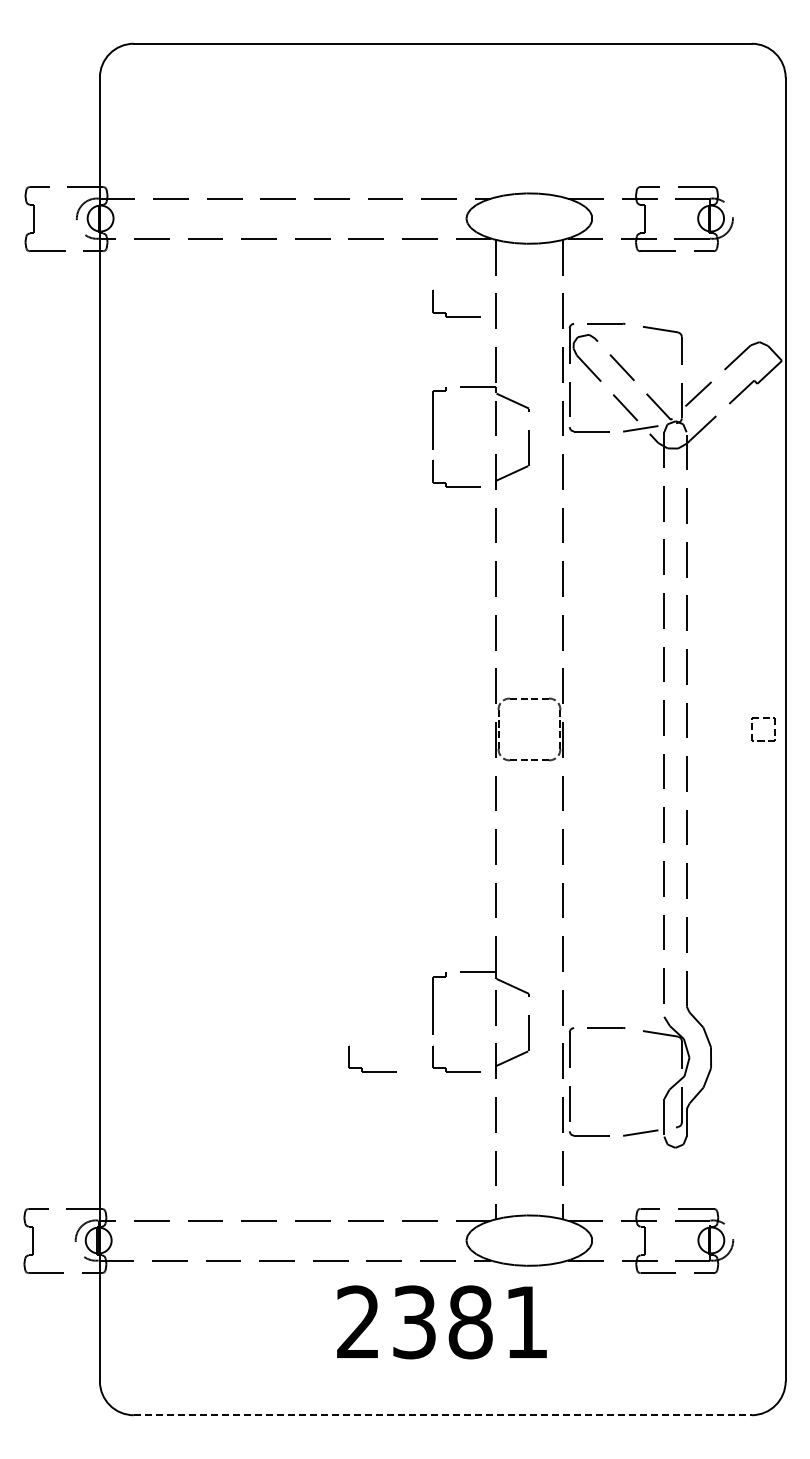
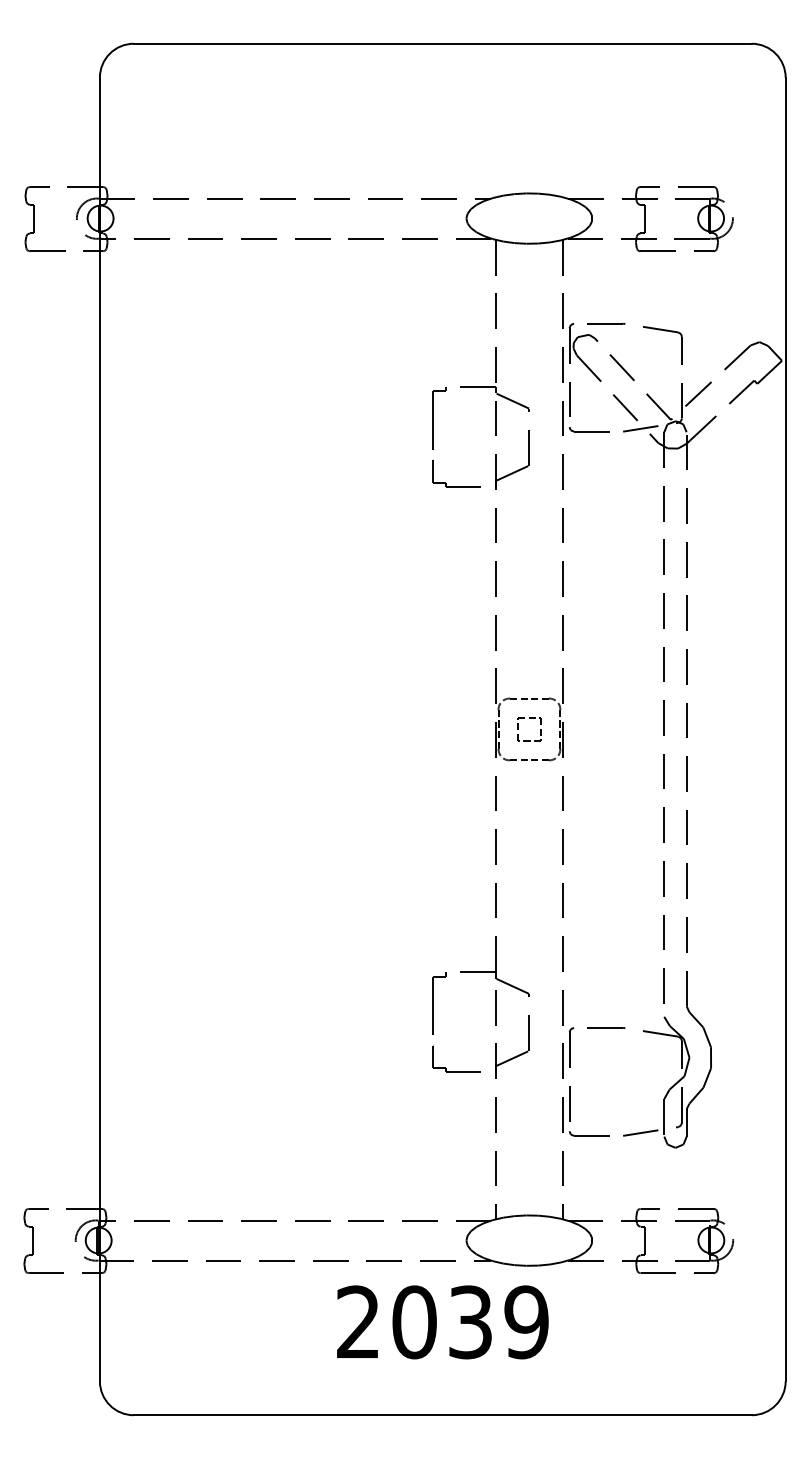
part at (456, 316): present -> none
part at (763, 718) position: (763, 718) -> (529, 718)
part at (372, 1071): present -> none
text at (470, 1322): 2381 -> 2039
line at (442, 1415): dashed -> solid
